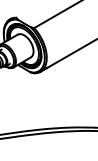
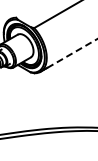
line at (72, 53): solid -> dashed
